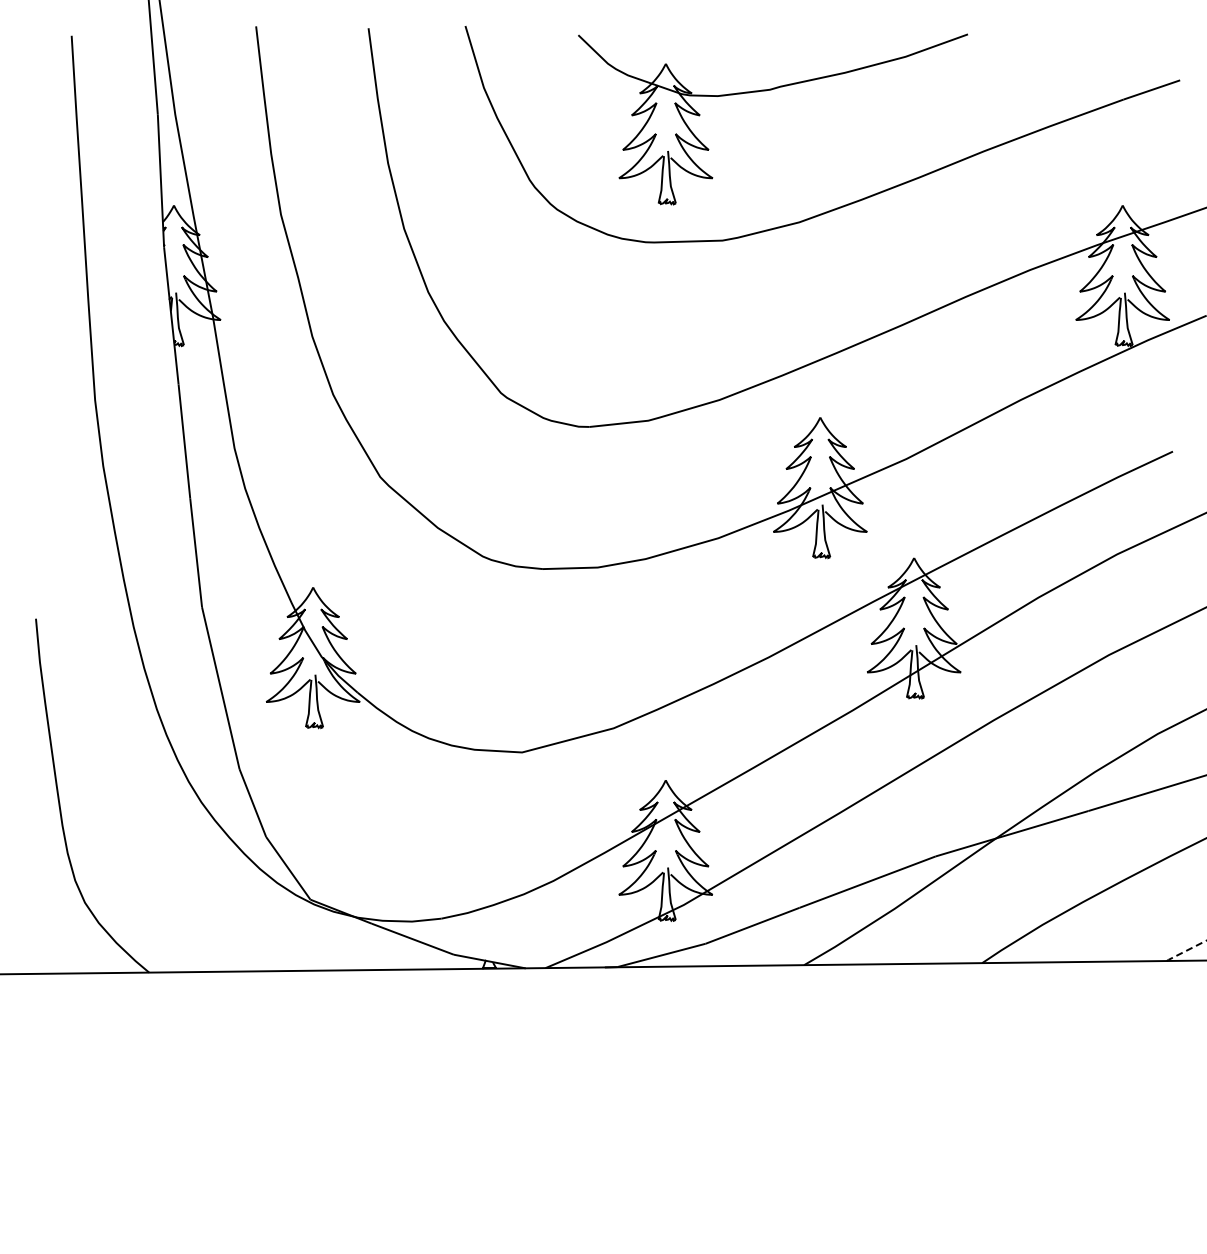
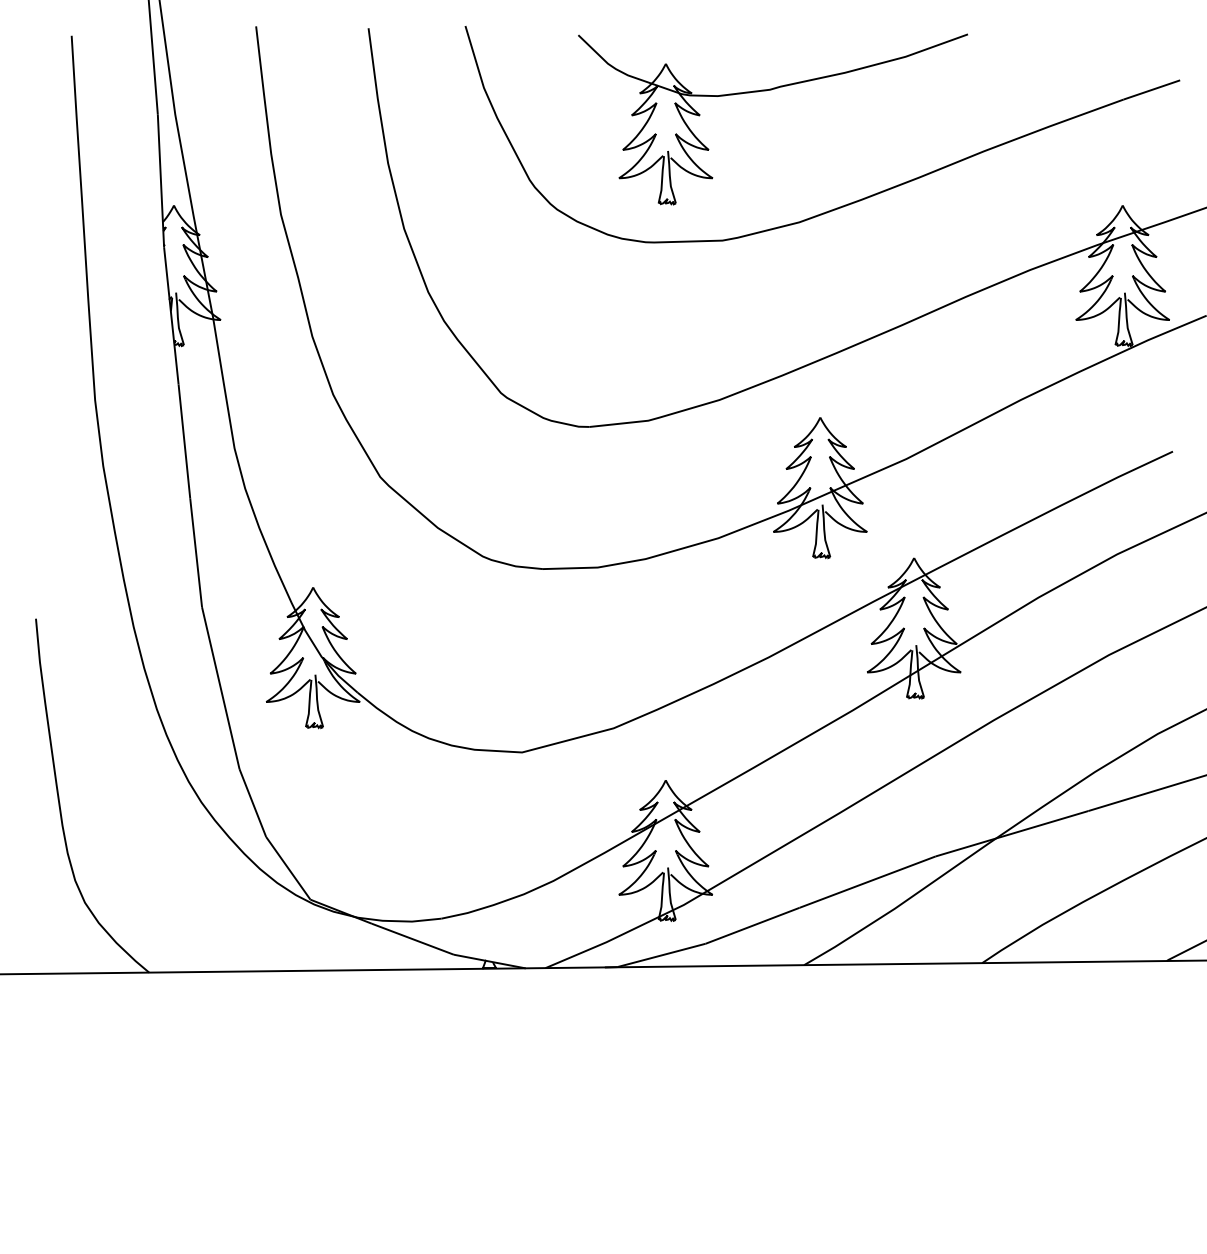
line at (1186, 950): dashed -> solid
